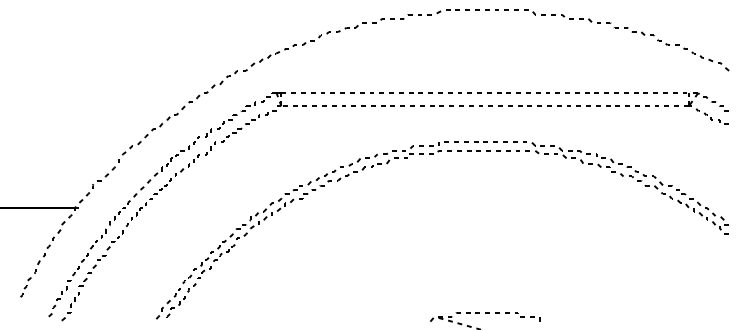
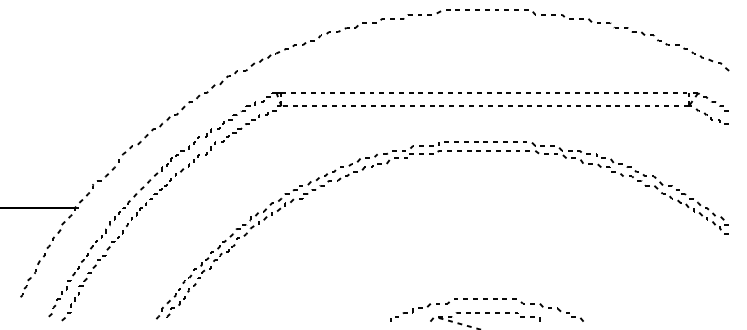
curve at (486, 299): none -> present
